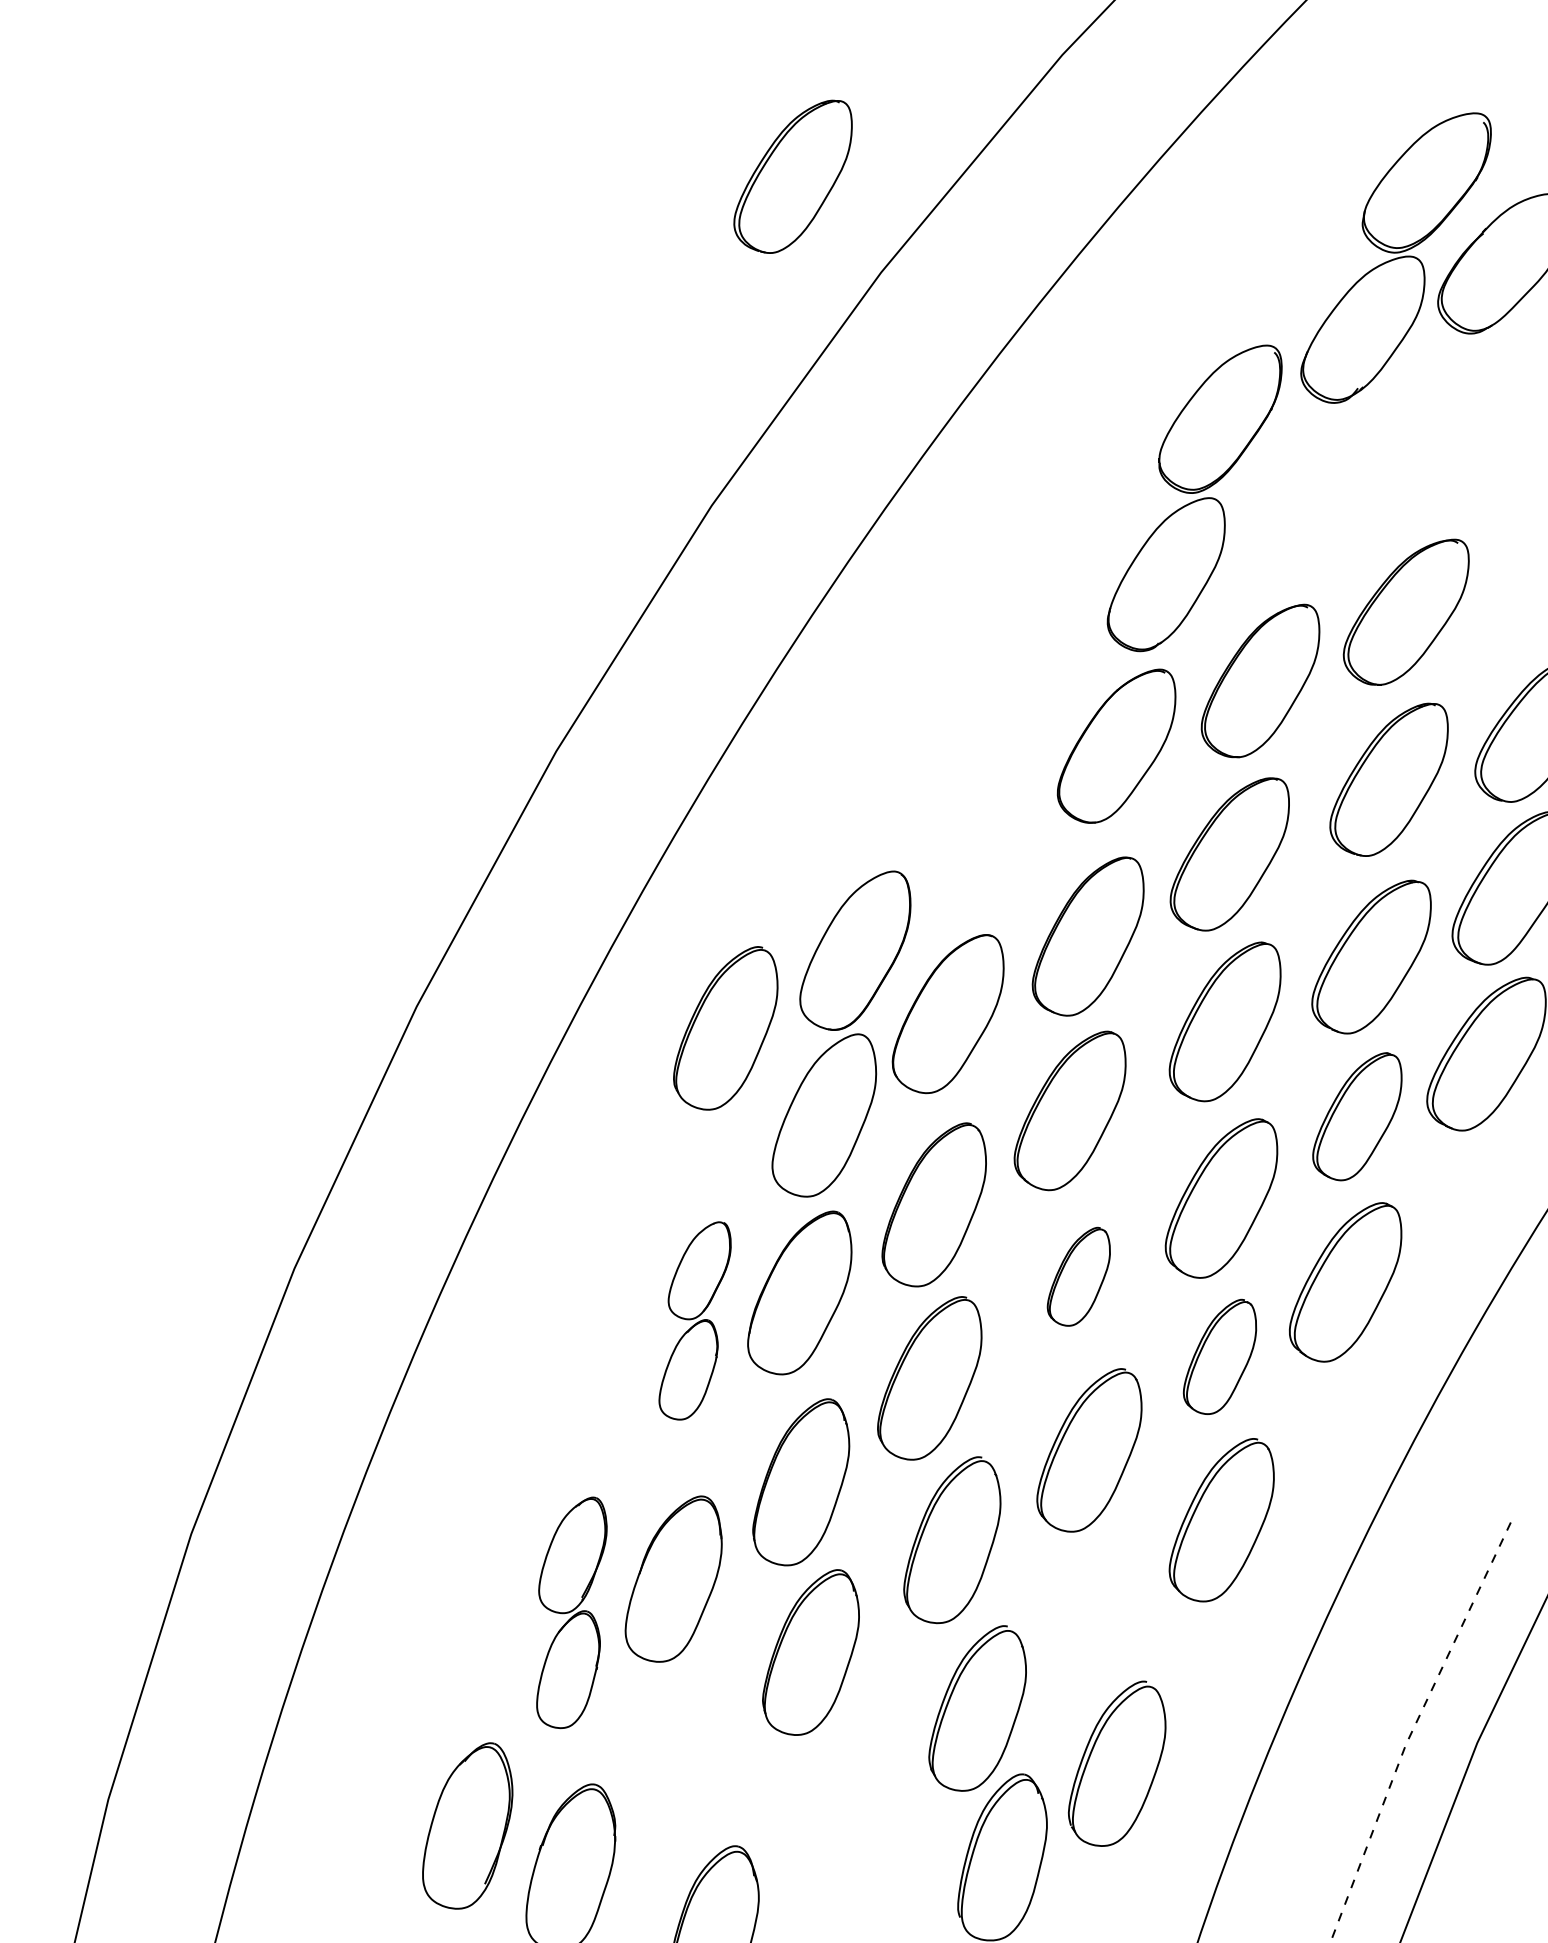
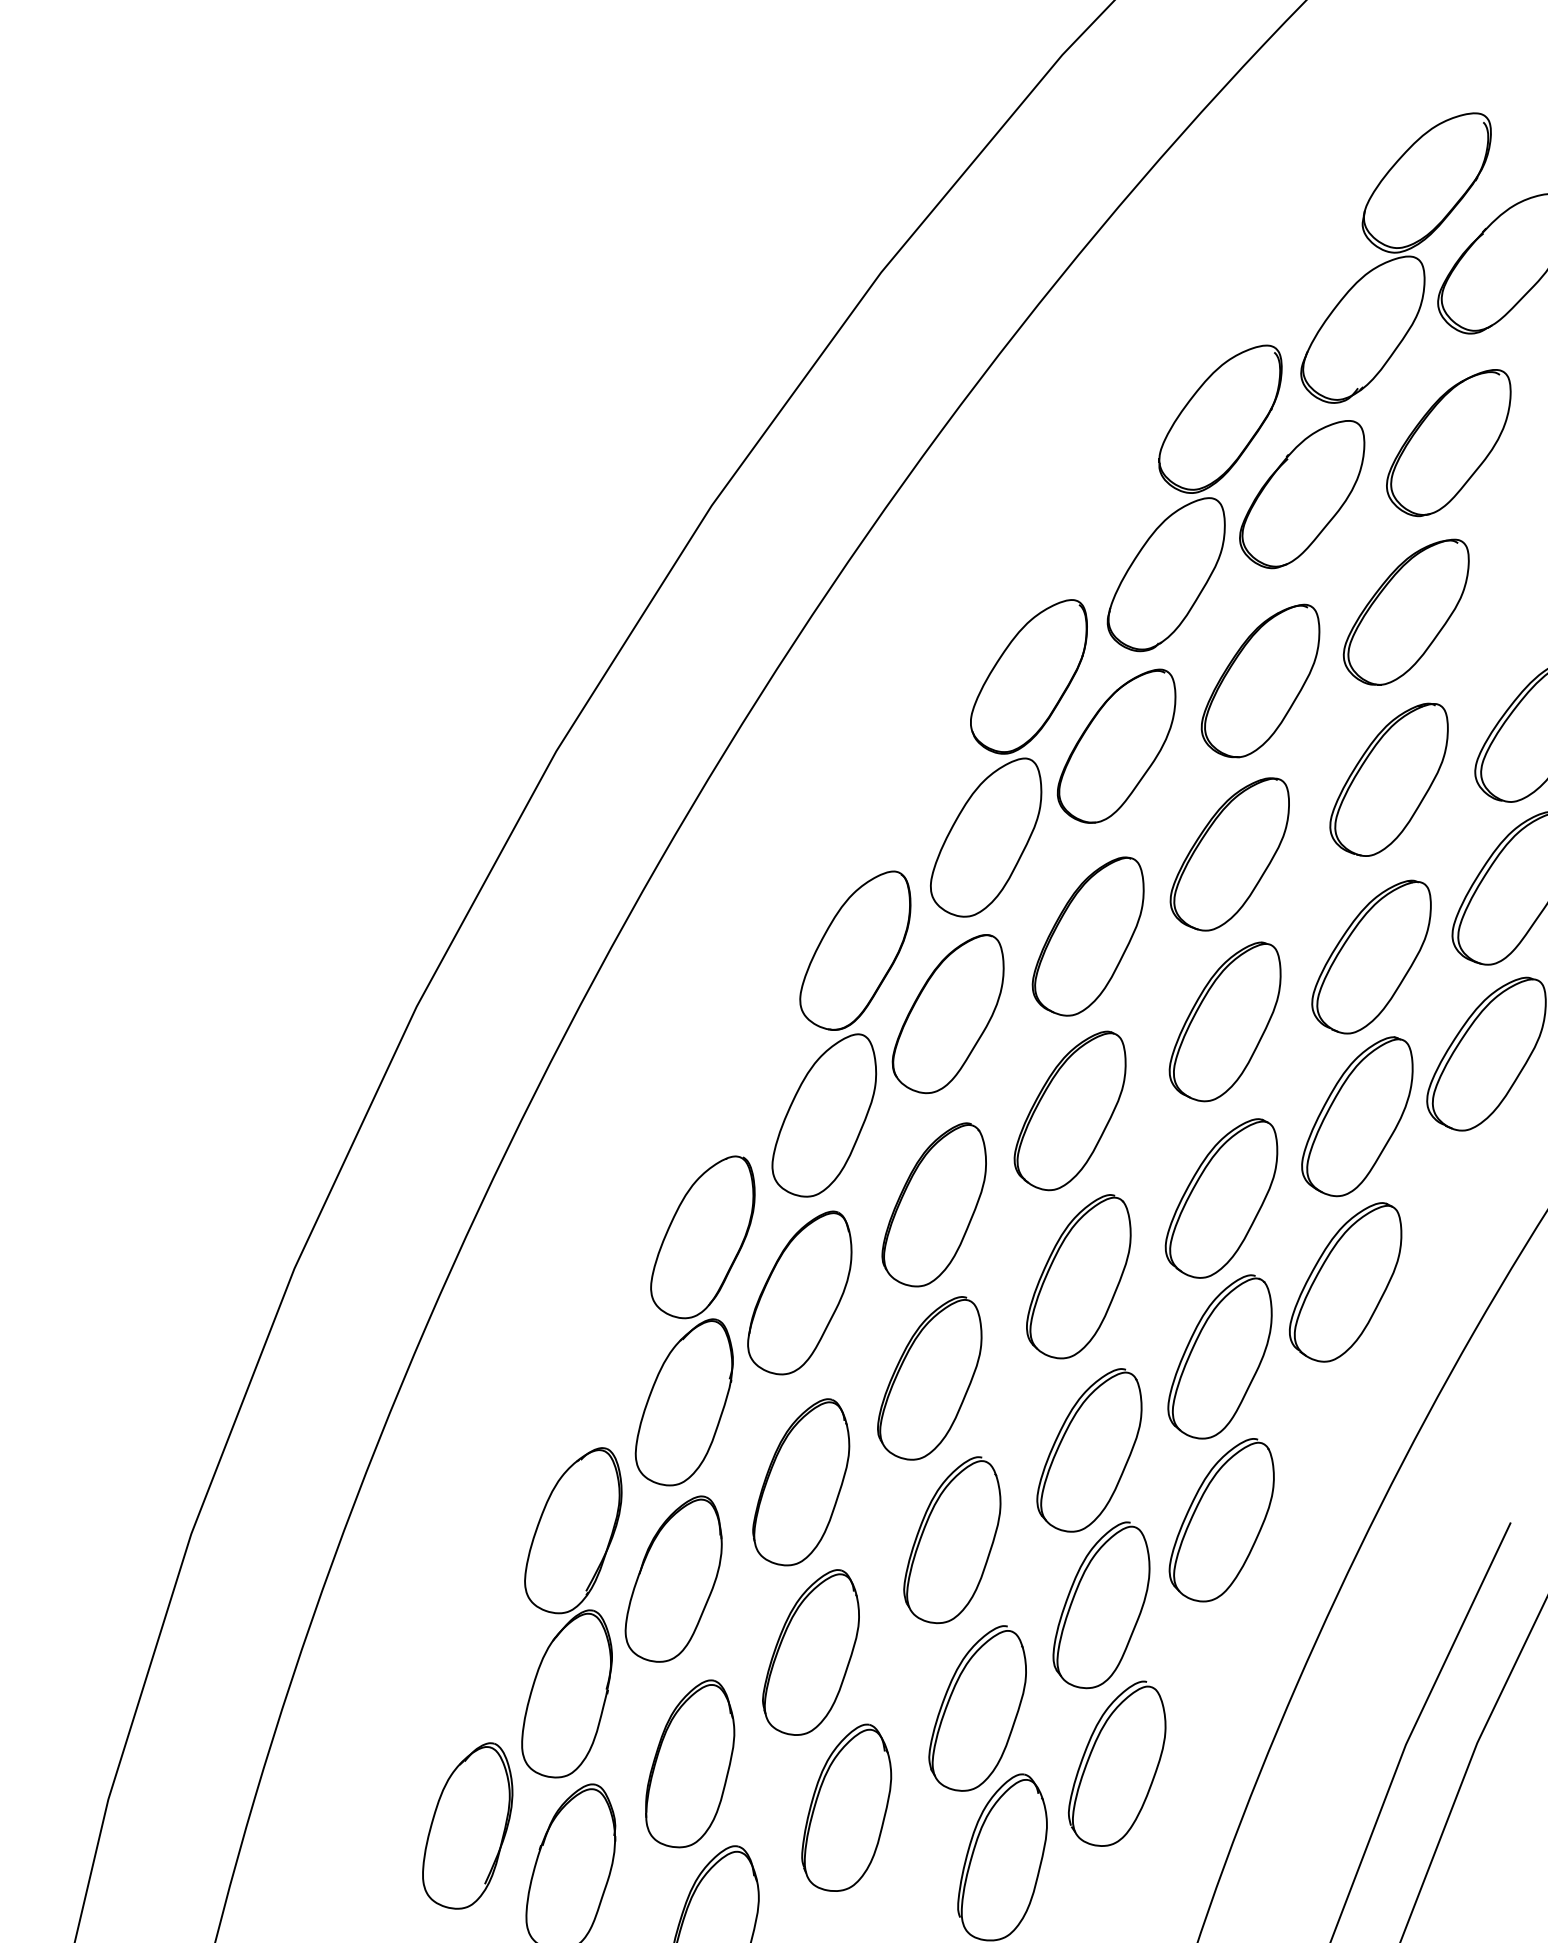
part at (792, 176): present -> none
part at (1448, 443): none -> present
part at (1302, 494): none -> present
part at (1008, 758): none -> present
part at (725, 1028): present -> none
part at (1357, 1116) size: 91x130 px -> 113x162 px
part at (1078, 1276) size: 65x101 px -> 106x166 px
part at (694, 1320) size: 74x200 px -> 122x332 px
part at (1219, 1356) size: 76x117 px -> 106x166 px
part at (1101, 1605): none -> present
part at (571, 1612) size: 72x234 px -> 102x332 px
line at (1412, 1730): dashed -> solid
part at (690, 1763): none -> present
part at (846, 1807): none -> present
